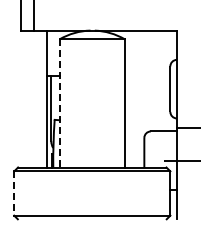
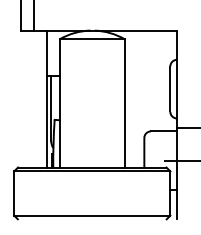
line at (59, 103): dashed -> solid
line at (14, 194): dashed -> solid
